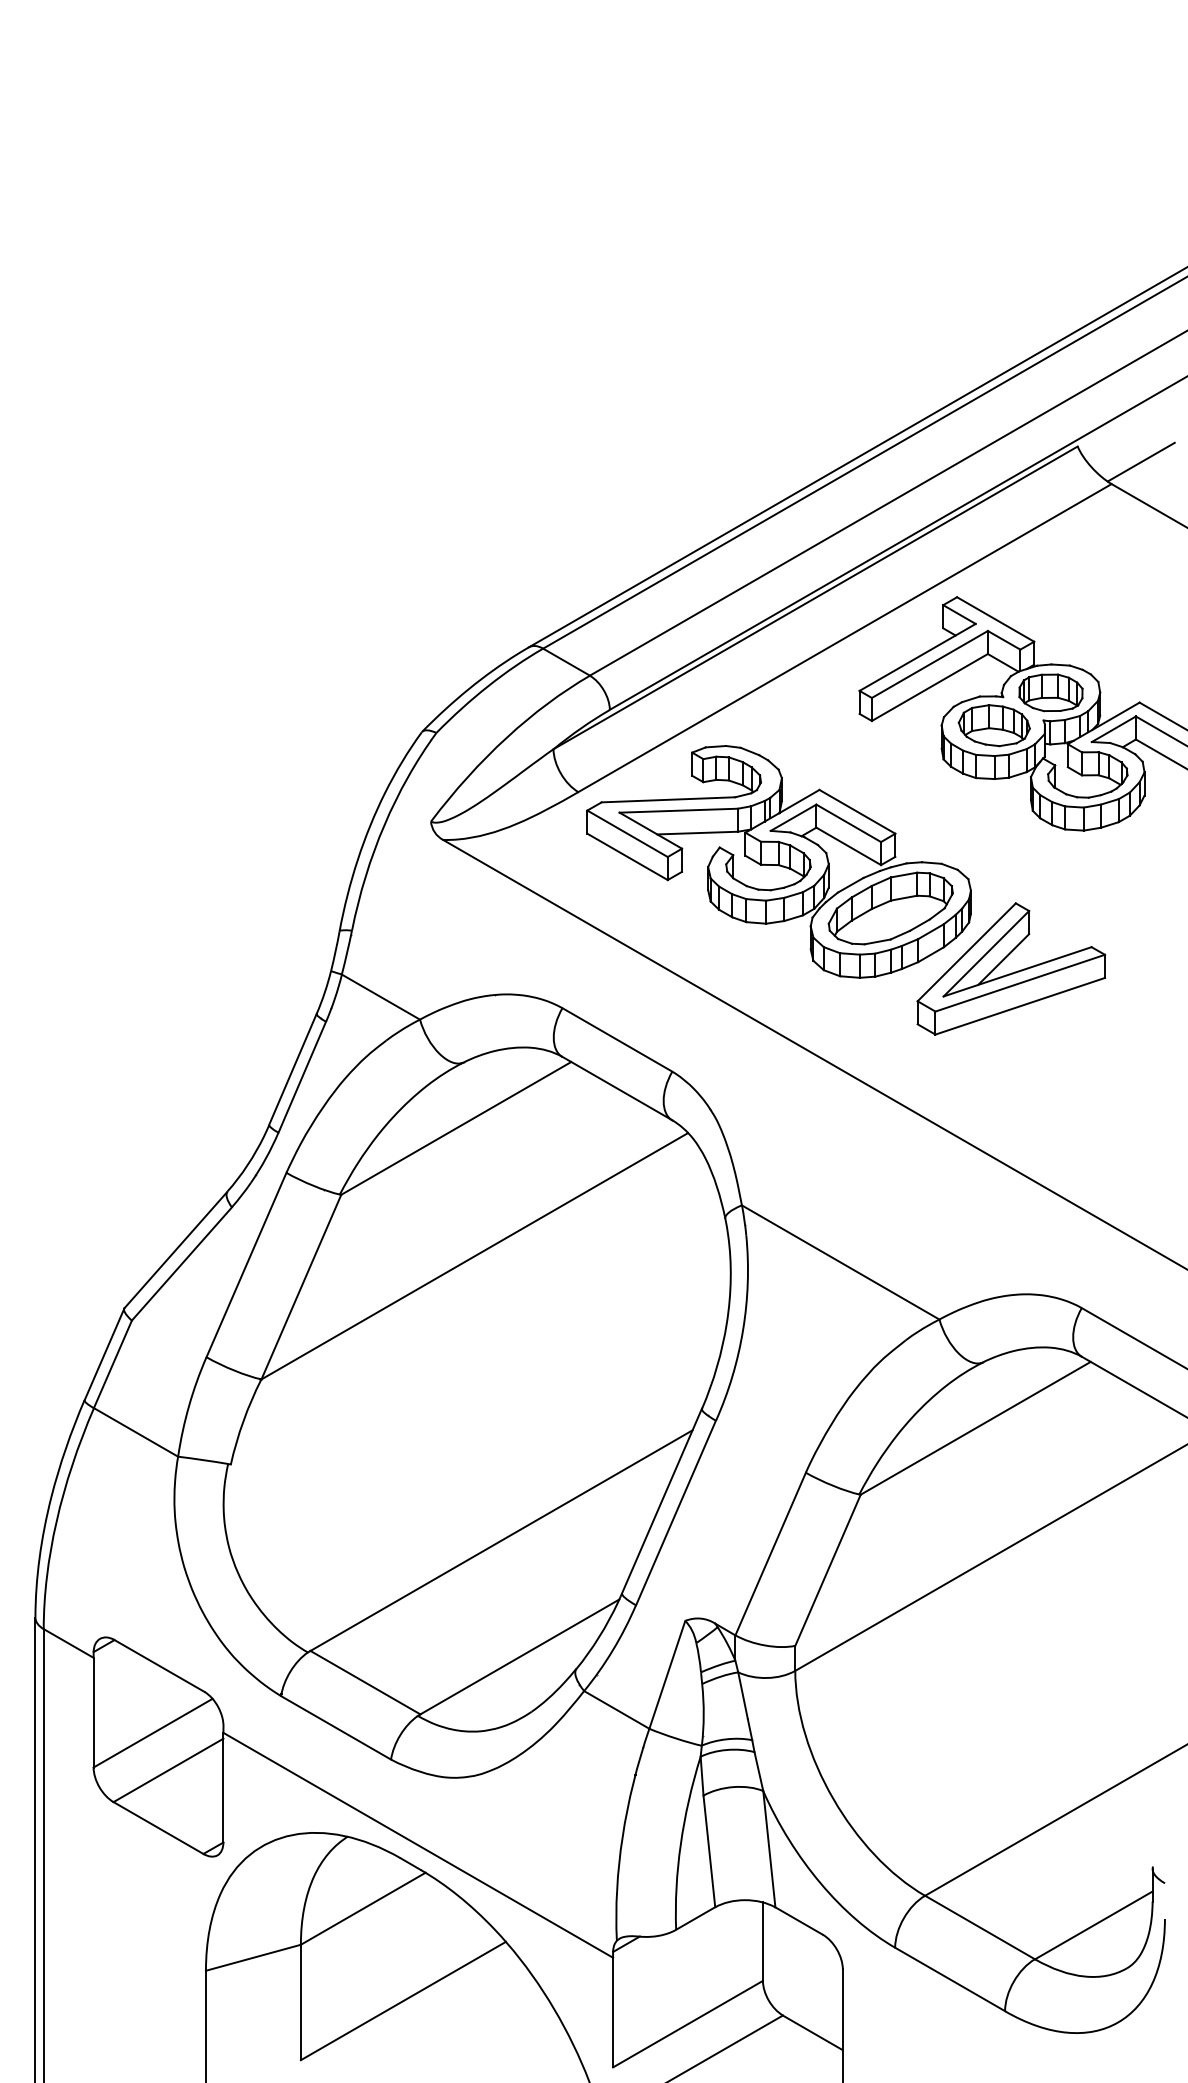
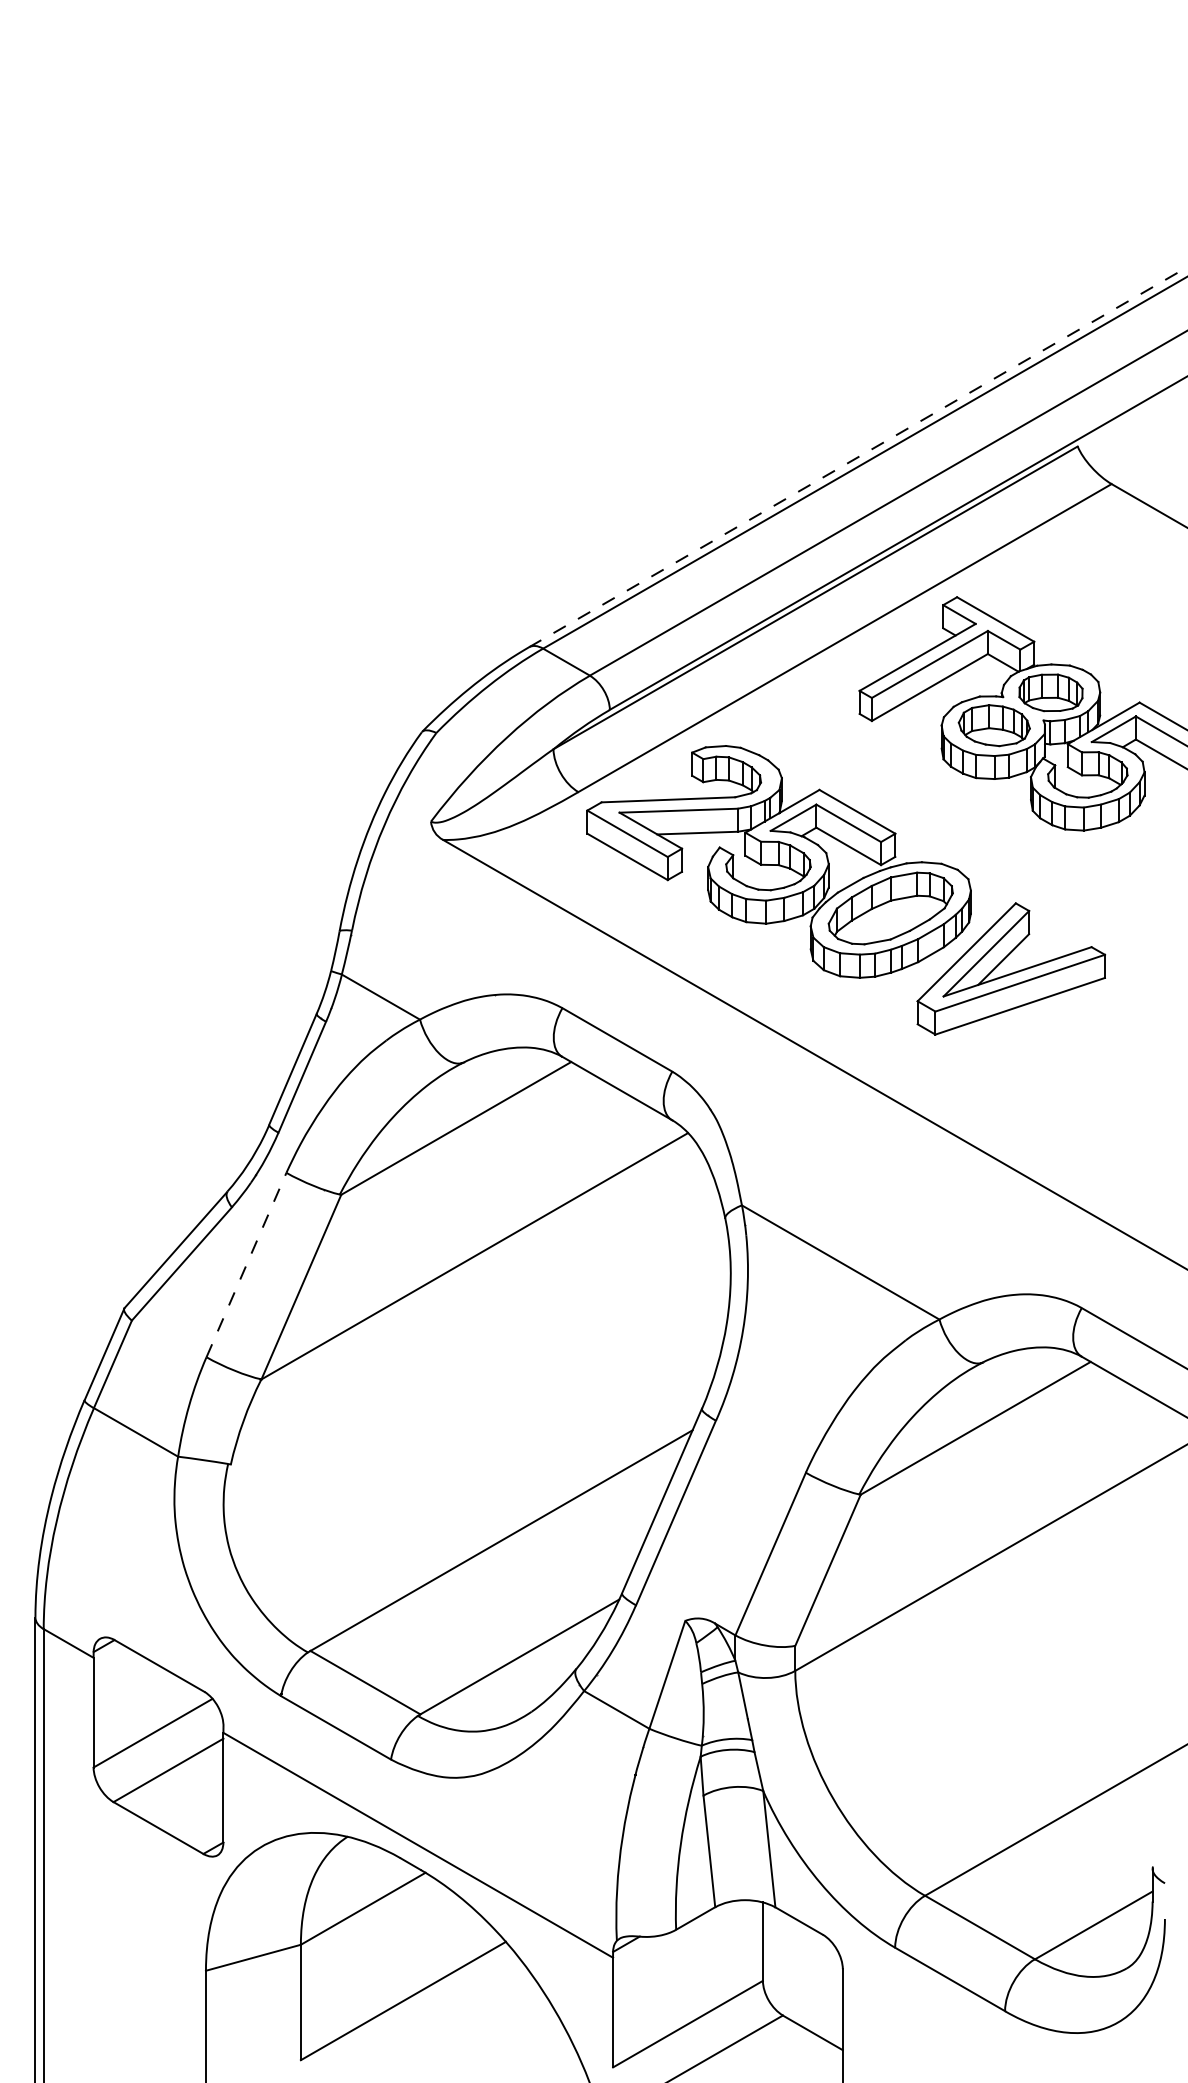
line at (858, 456): solid -> dashed
line at (1140, 461): present -> none
line at (246, 1265): solid -> dashed
